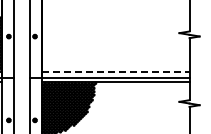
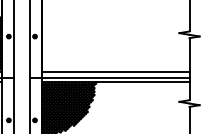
line at (115, 71): dashed -> solid
